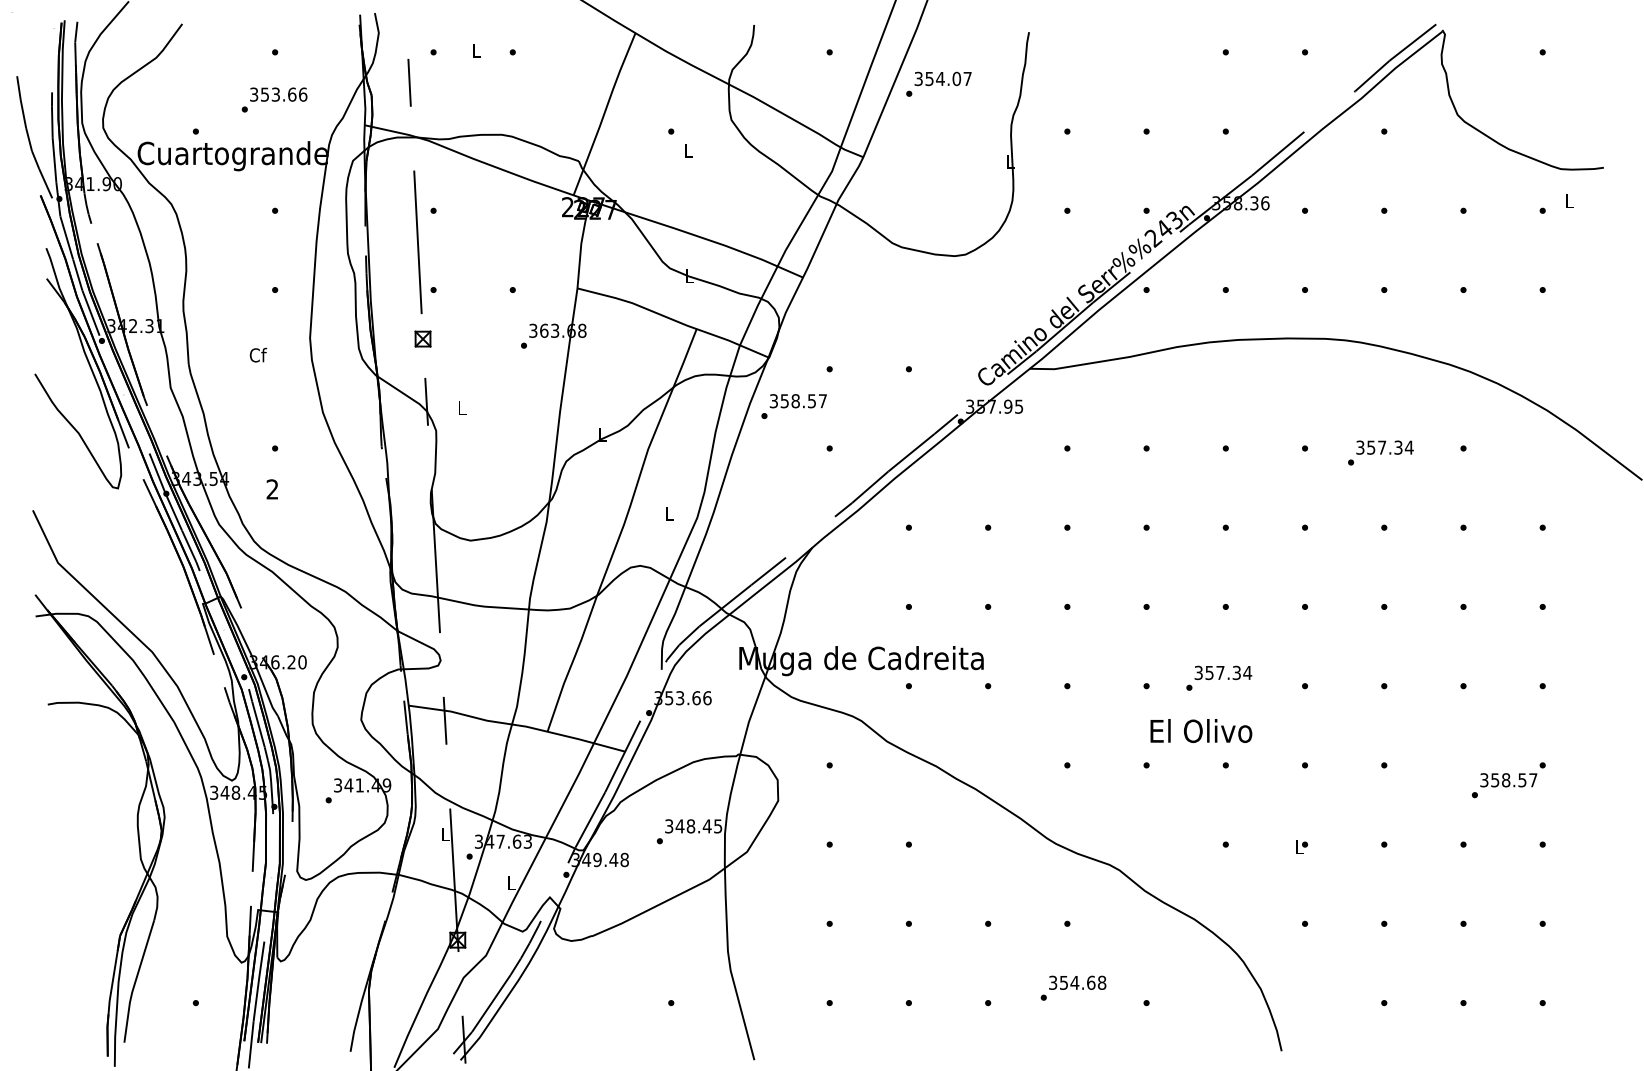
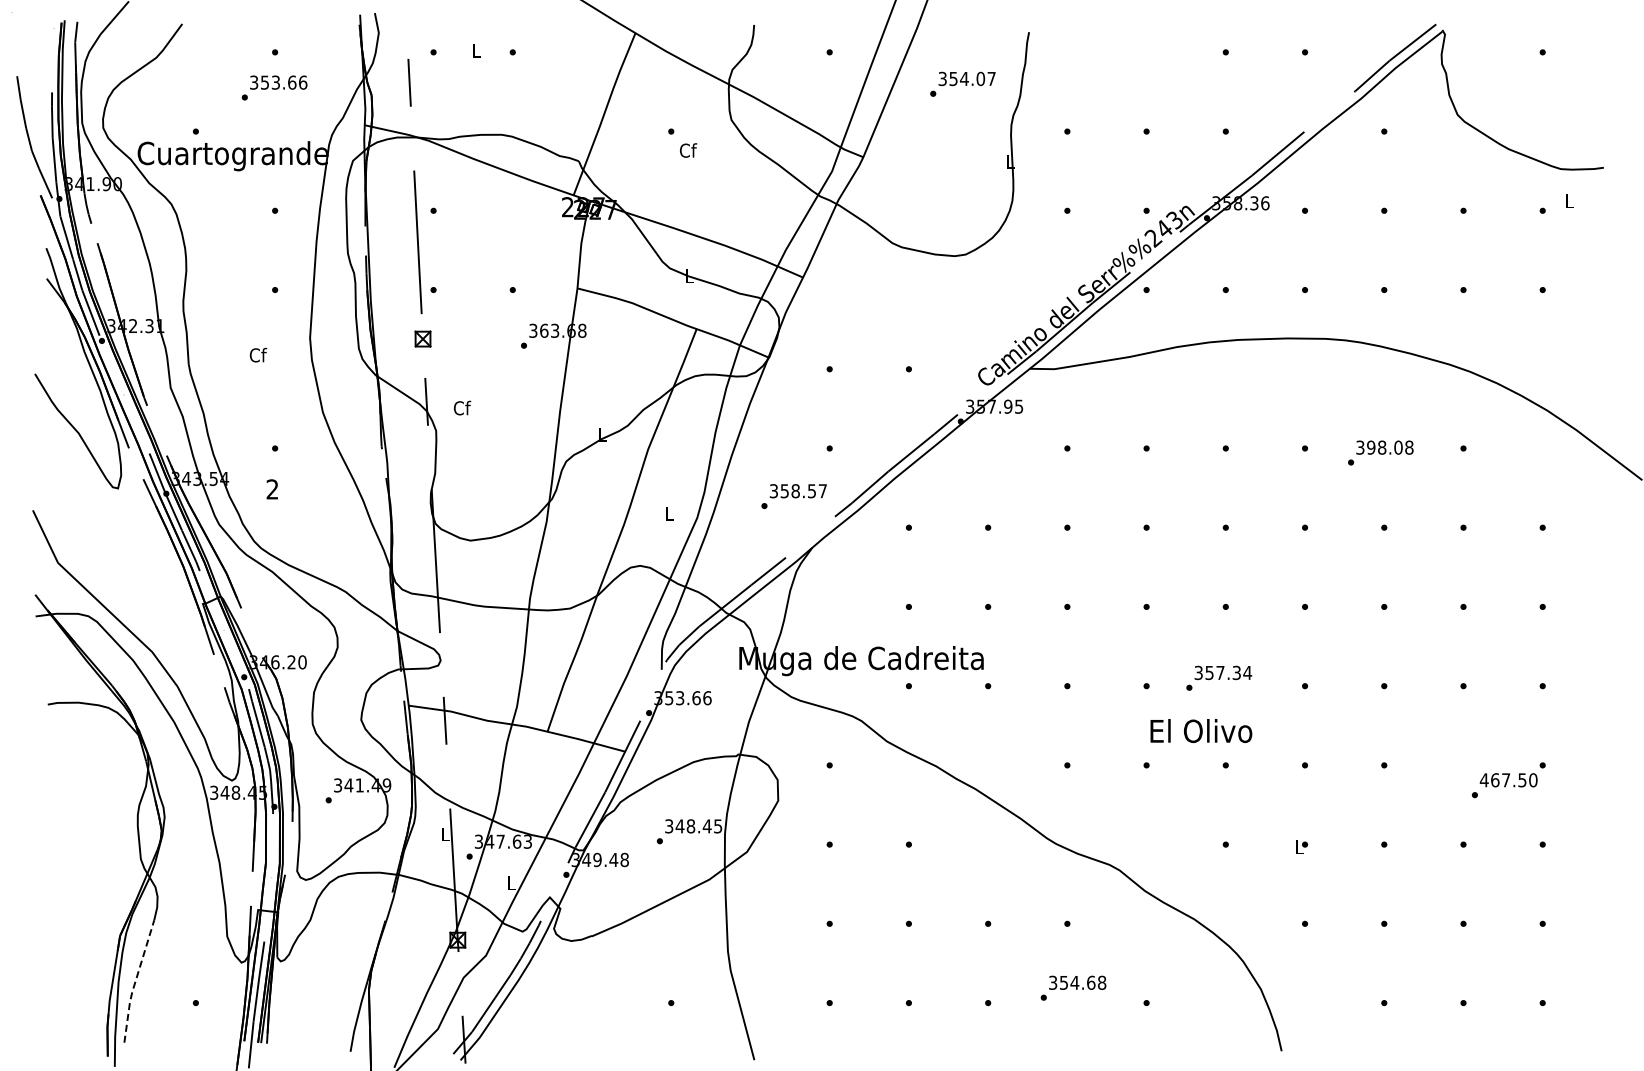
text at (938, 83) position: (938, 83) -> (962, 83)
text at (274, 99) position: (274, 99) -> (274, 87)
text at (688, 150): L -> Cf
text at (793, 406) position: (793, 406) -> (793, 496)
text at (462, 407): L -> Cf
text at (1390, 447): 357.34 -> 398.08
text at (1508, 780): 358.57 -> 467.50
line at (135, 981): solid -> dashed
